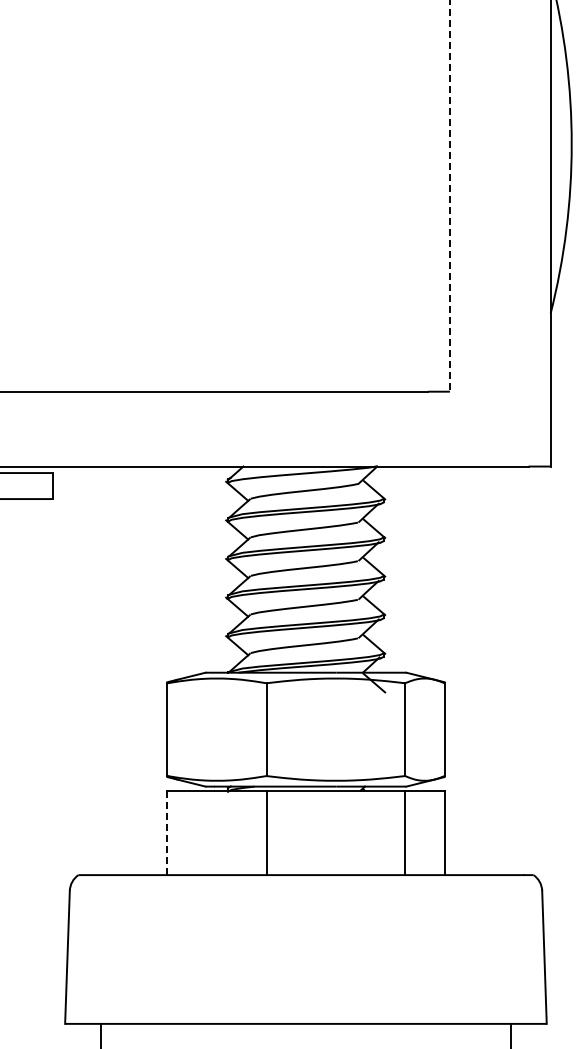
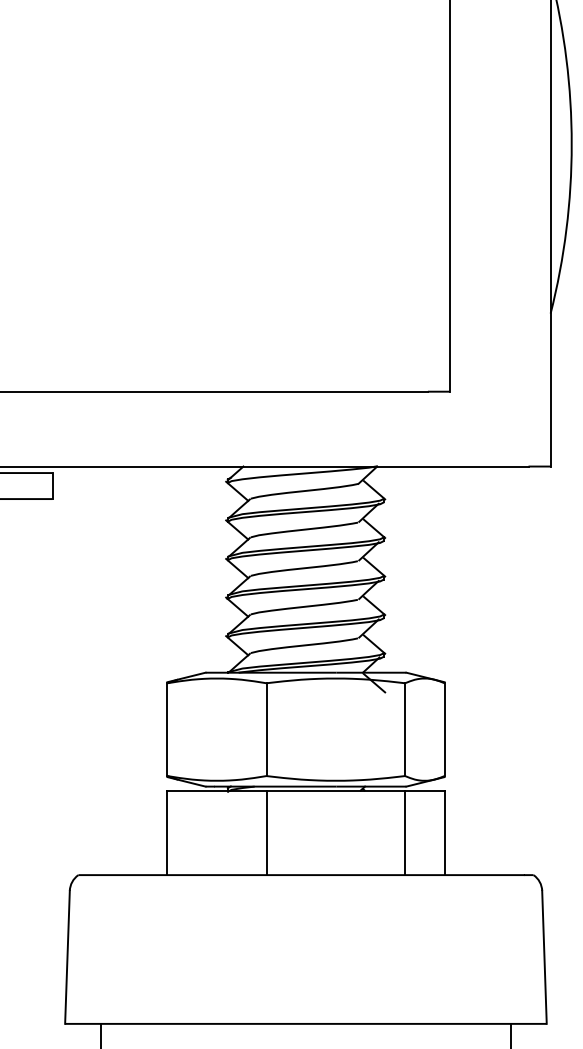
line at (449, 196): dashed -> solid
line at (167, 833): dashed -> solid
